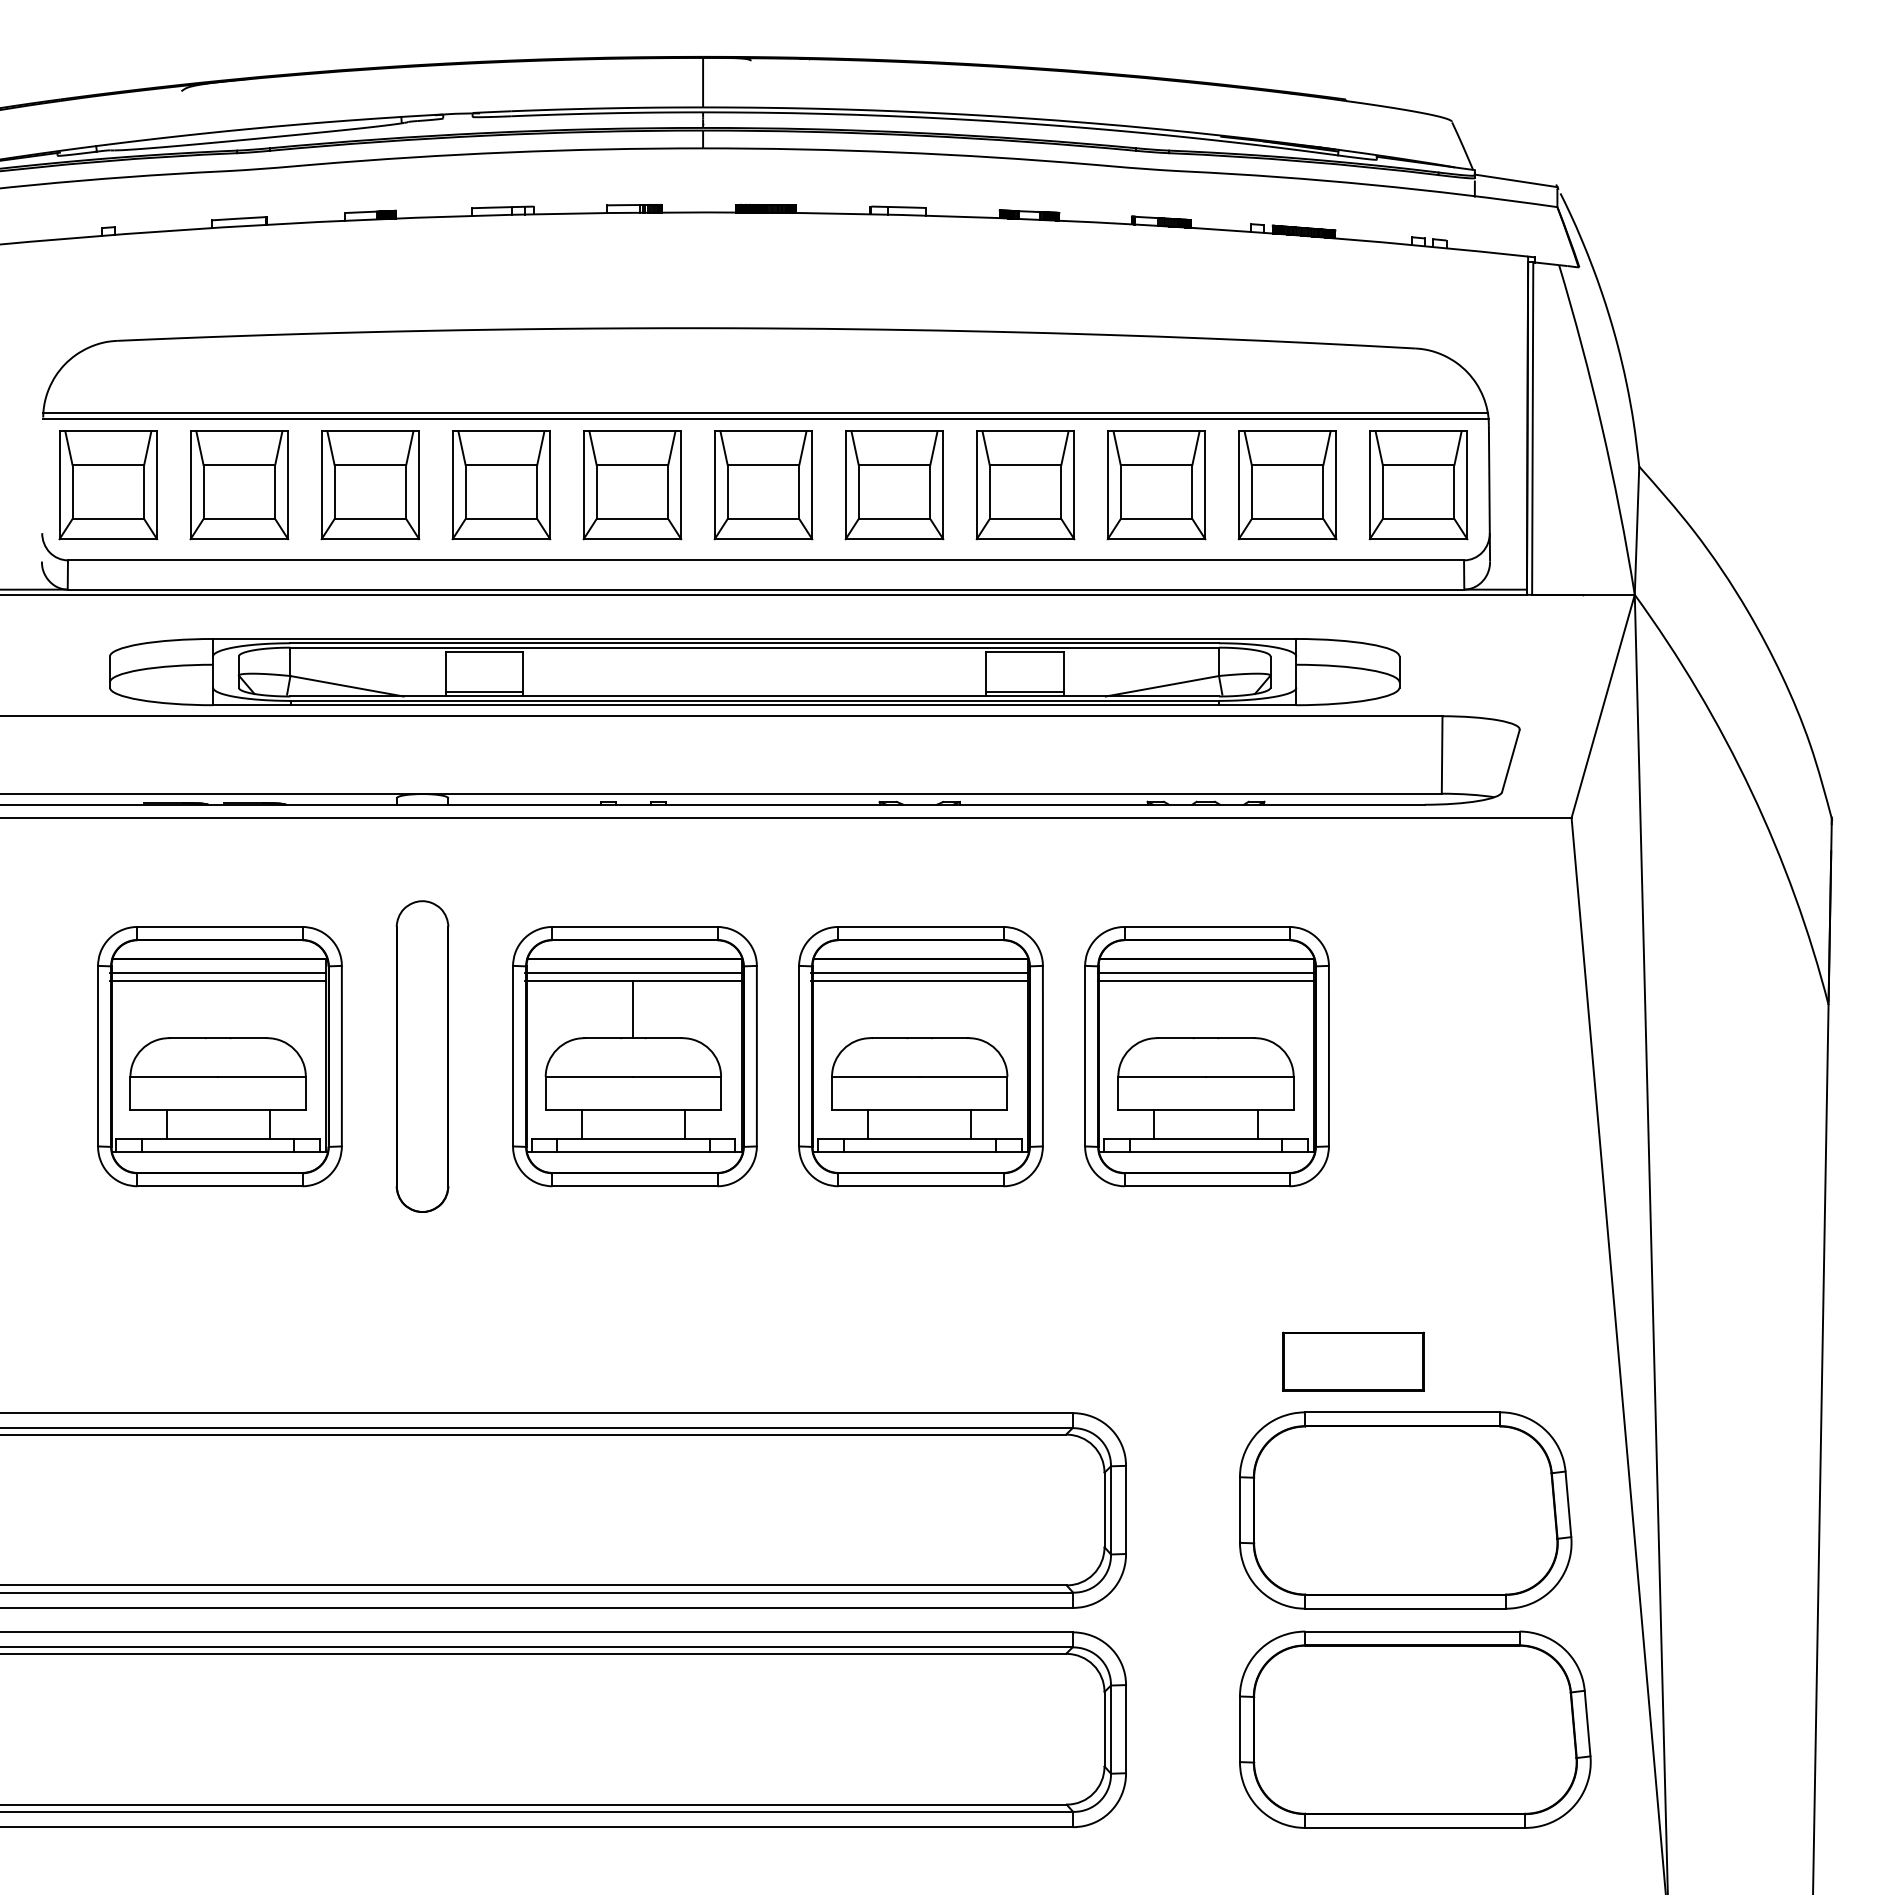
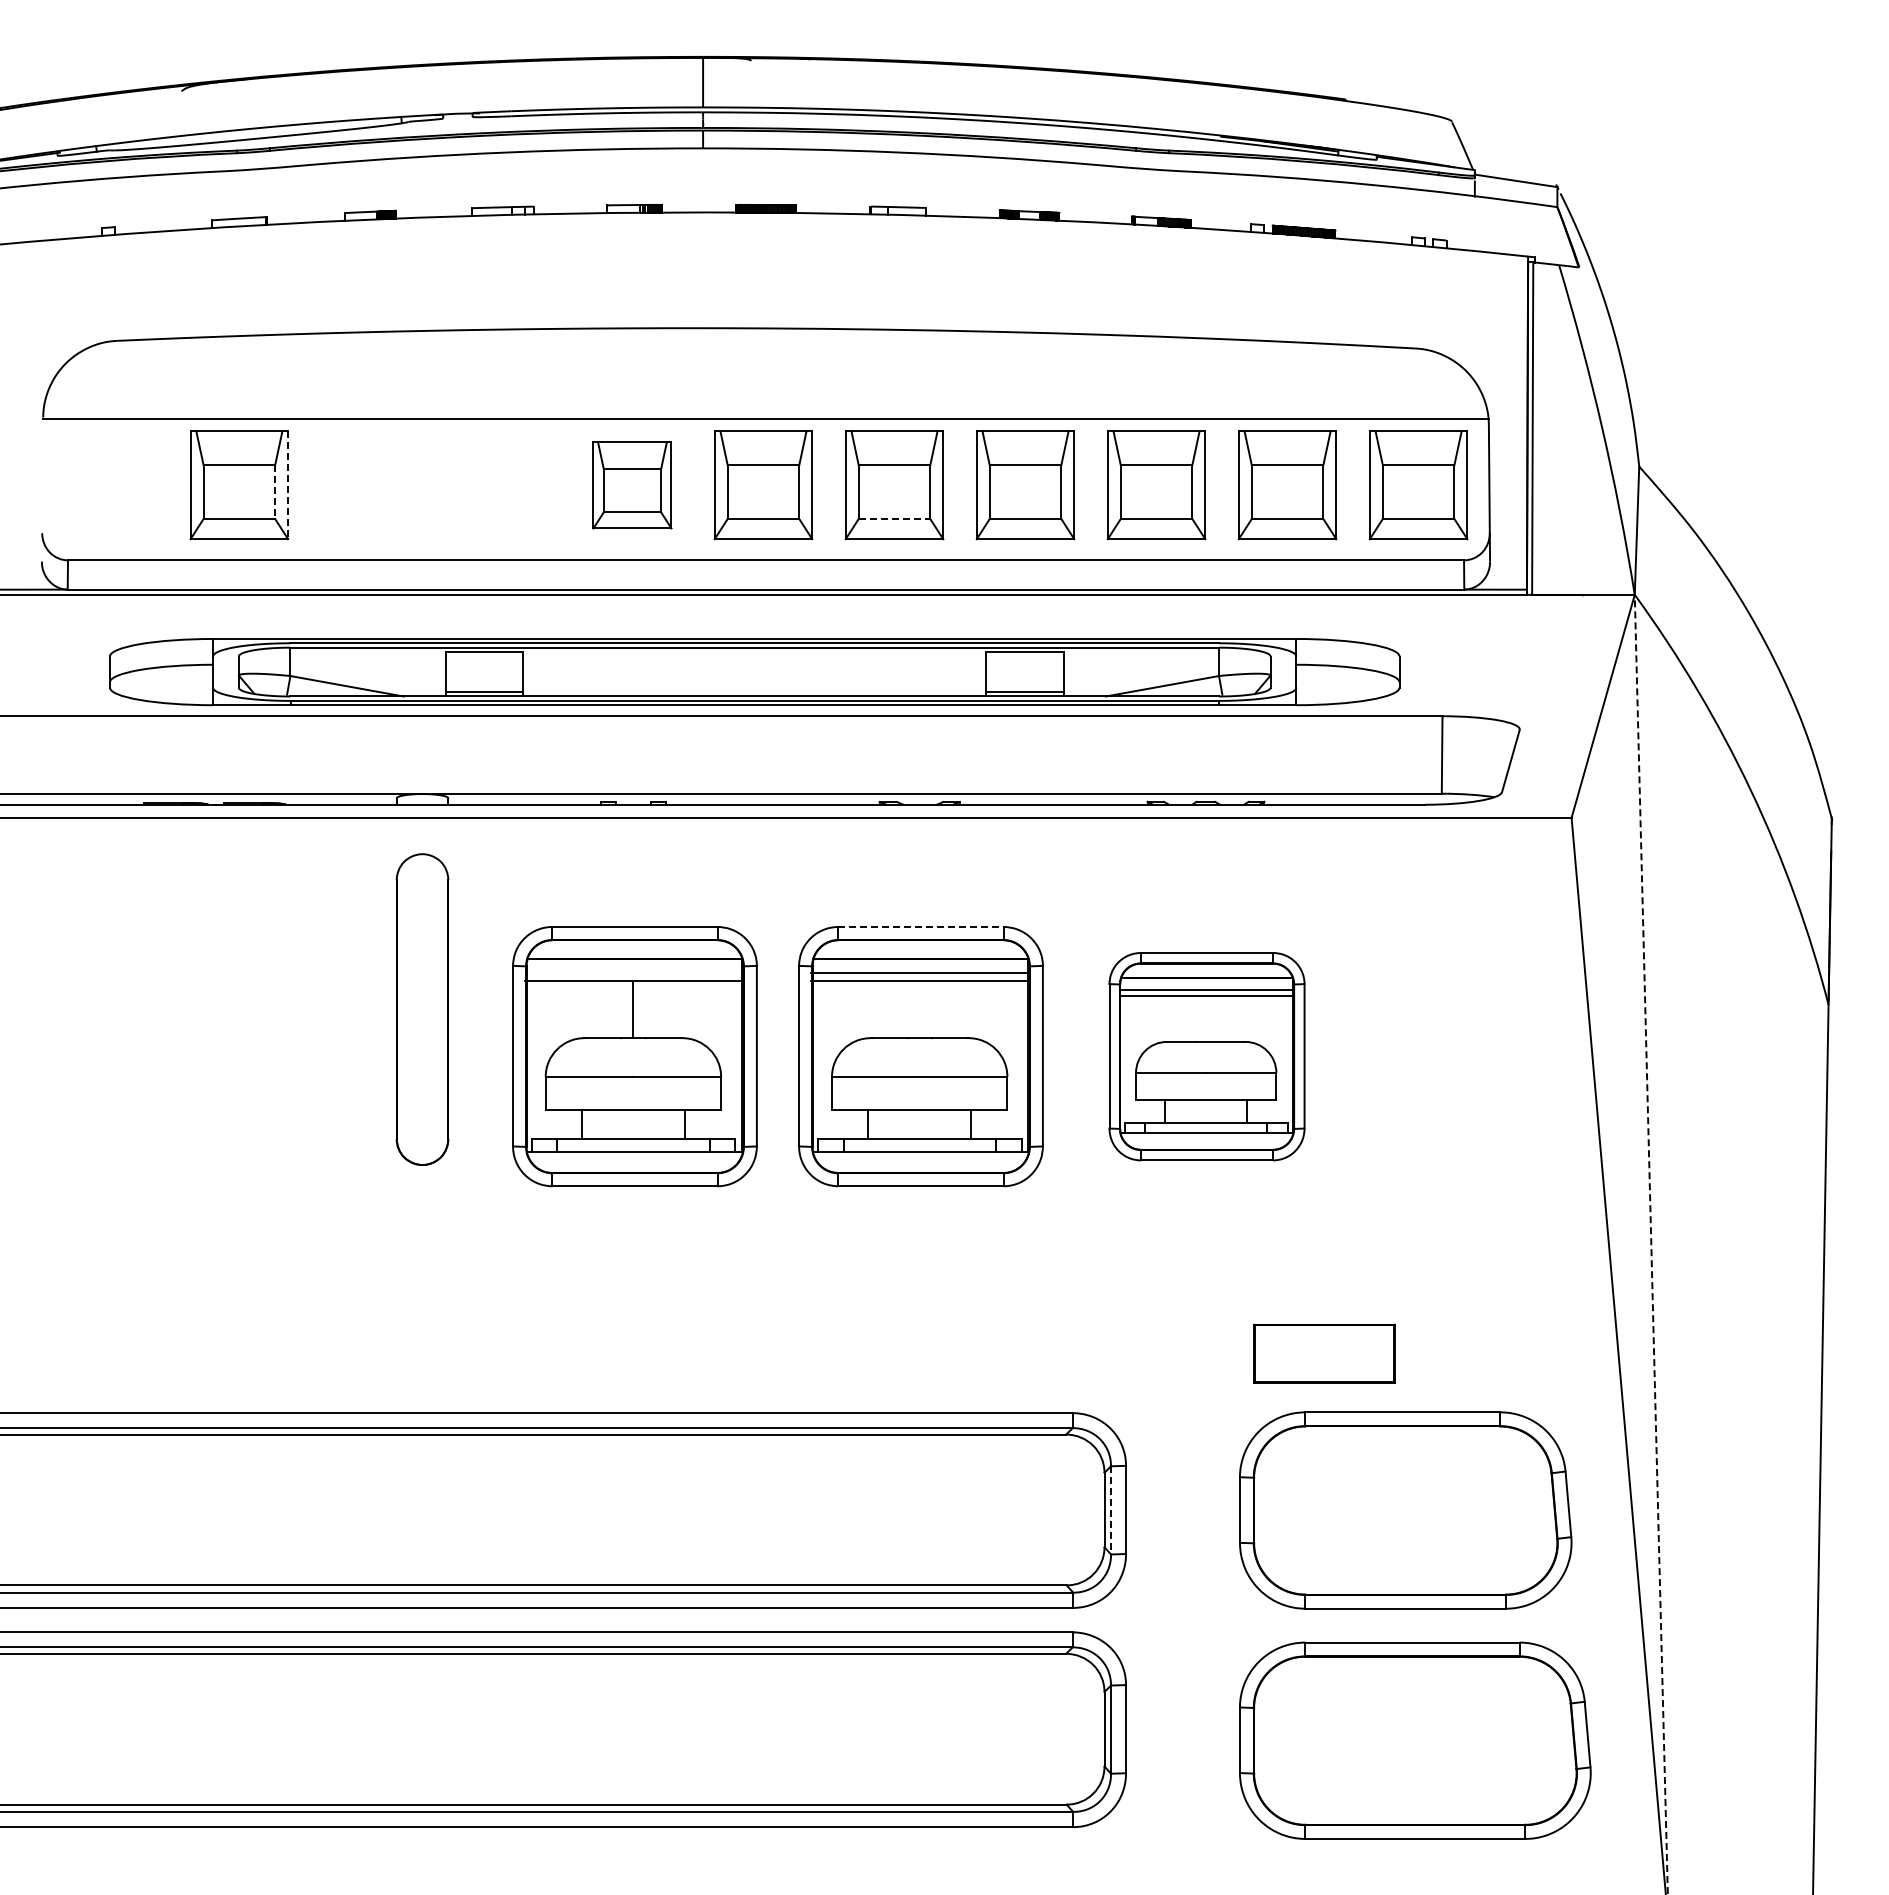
line at (765, 413): present -> none
part at (108, 485): present -> none
line at (288, 485): solid -> dashed
part at (370, 485): present -> none
part at (501, 485): present -> none
part at (632, 485) size: 101x111 px -> 81x89 px
line at (275, 492): solid -> dashed
line at (894, 519): solid -> dashed
line at (921, 927): solid -> dashed
line at (633, 972): present -> none
part at (219, 1056): present -> none
part at (422, 1056) position: (422, 1056) -> (422, 1009)
part at (1206, 1056) size: 246x262 px -> 198x210 px
line at (1651, 1244): solid -> dashed
part at (1353, 1361) position: (1353, 1361) -> (1324, 1353)
line at (1111, 1510): solid -> dashed
part at (1415, 1729) position: (1415, 1729) -> (1415, 1740)
